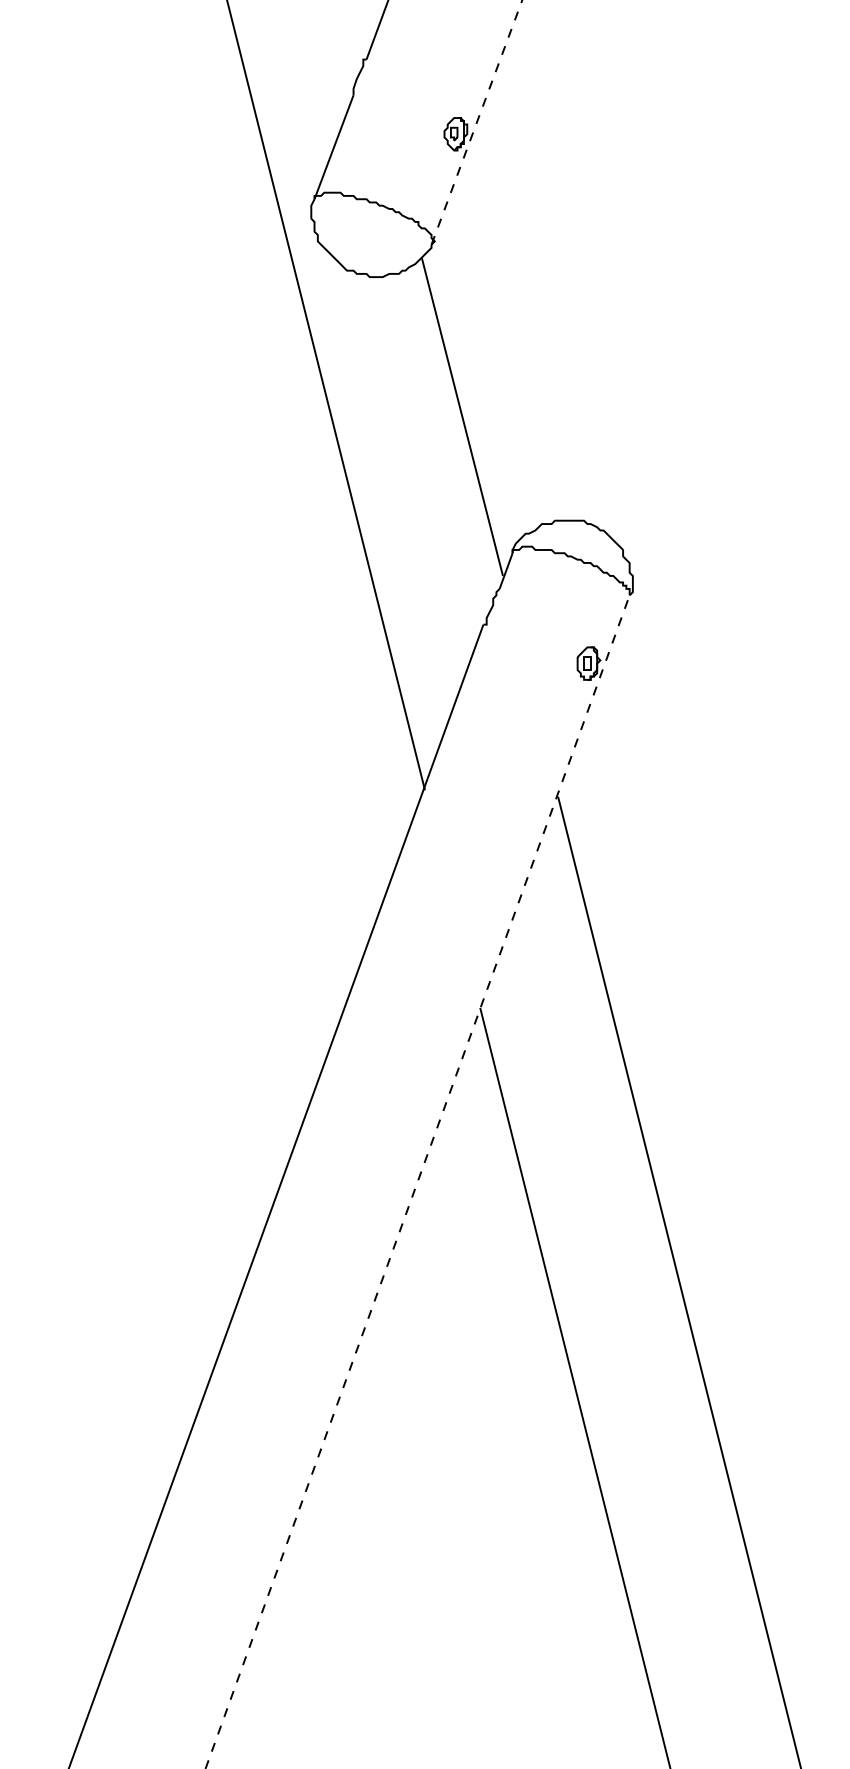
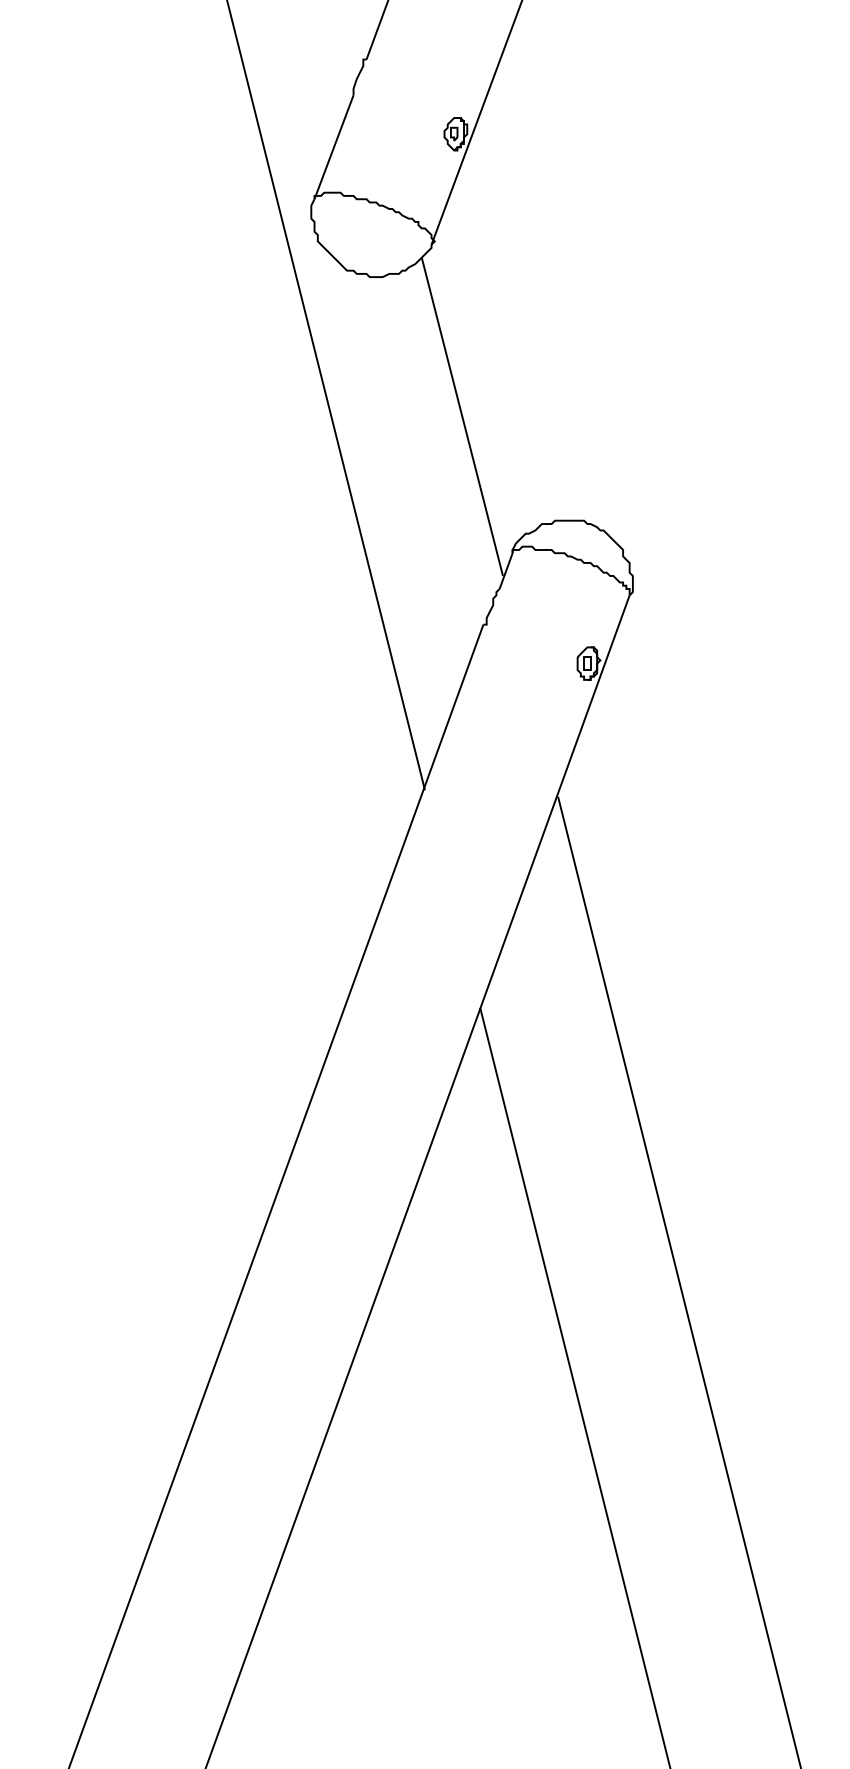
line at (477, 121): dashed -> solid
line at (417, 1181): dashed -> solid
